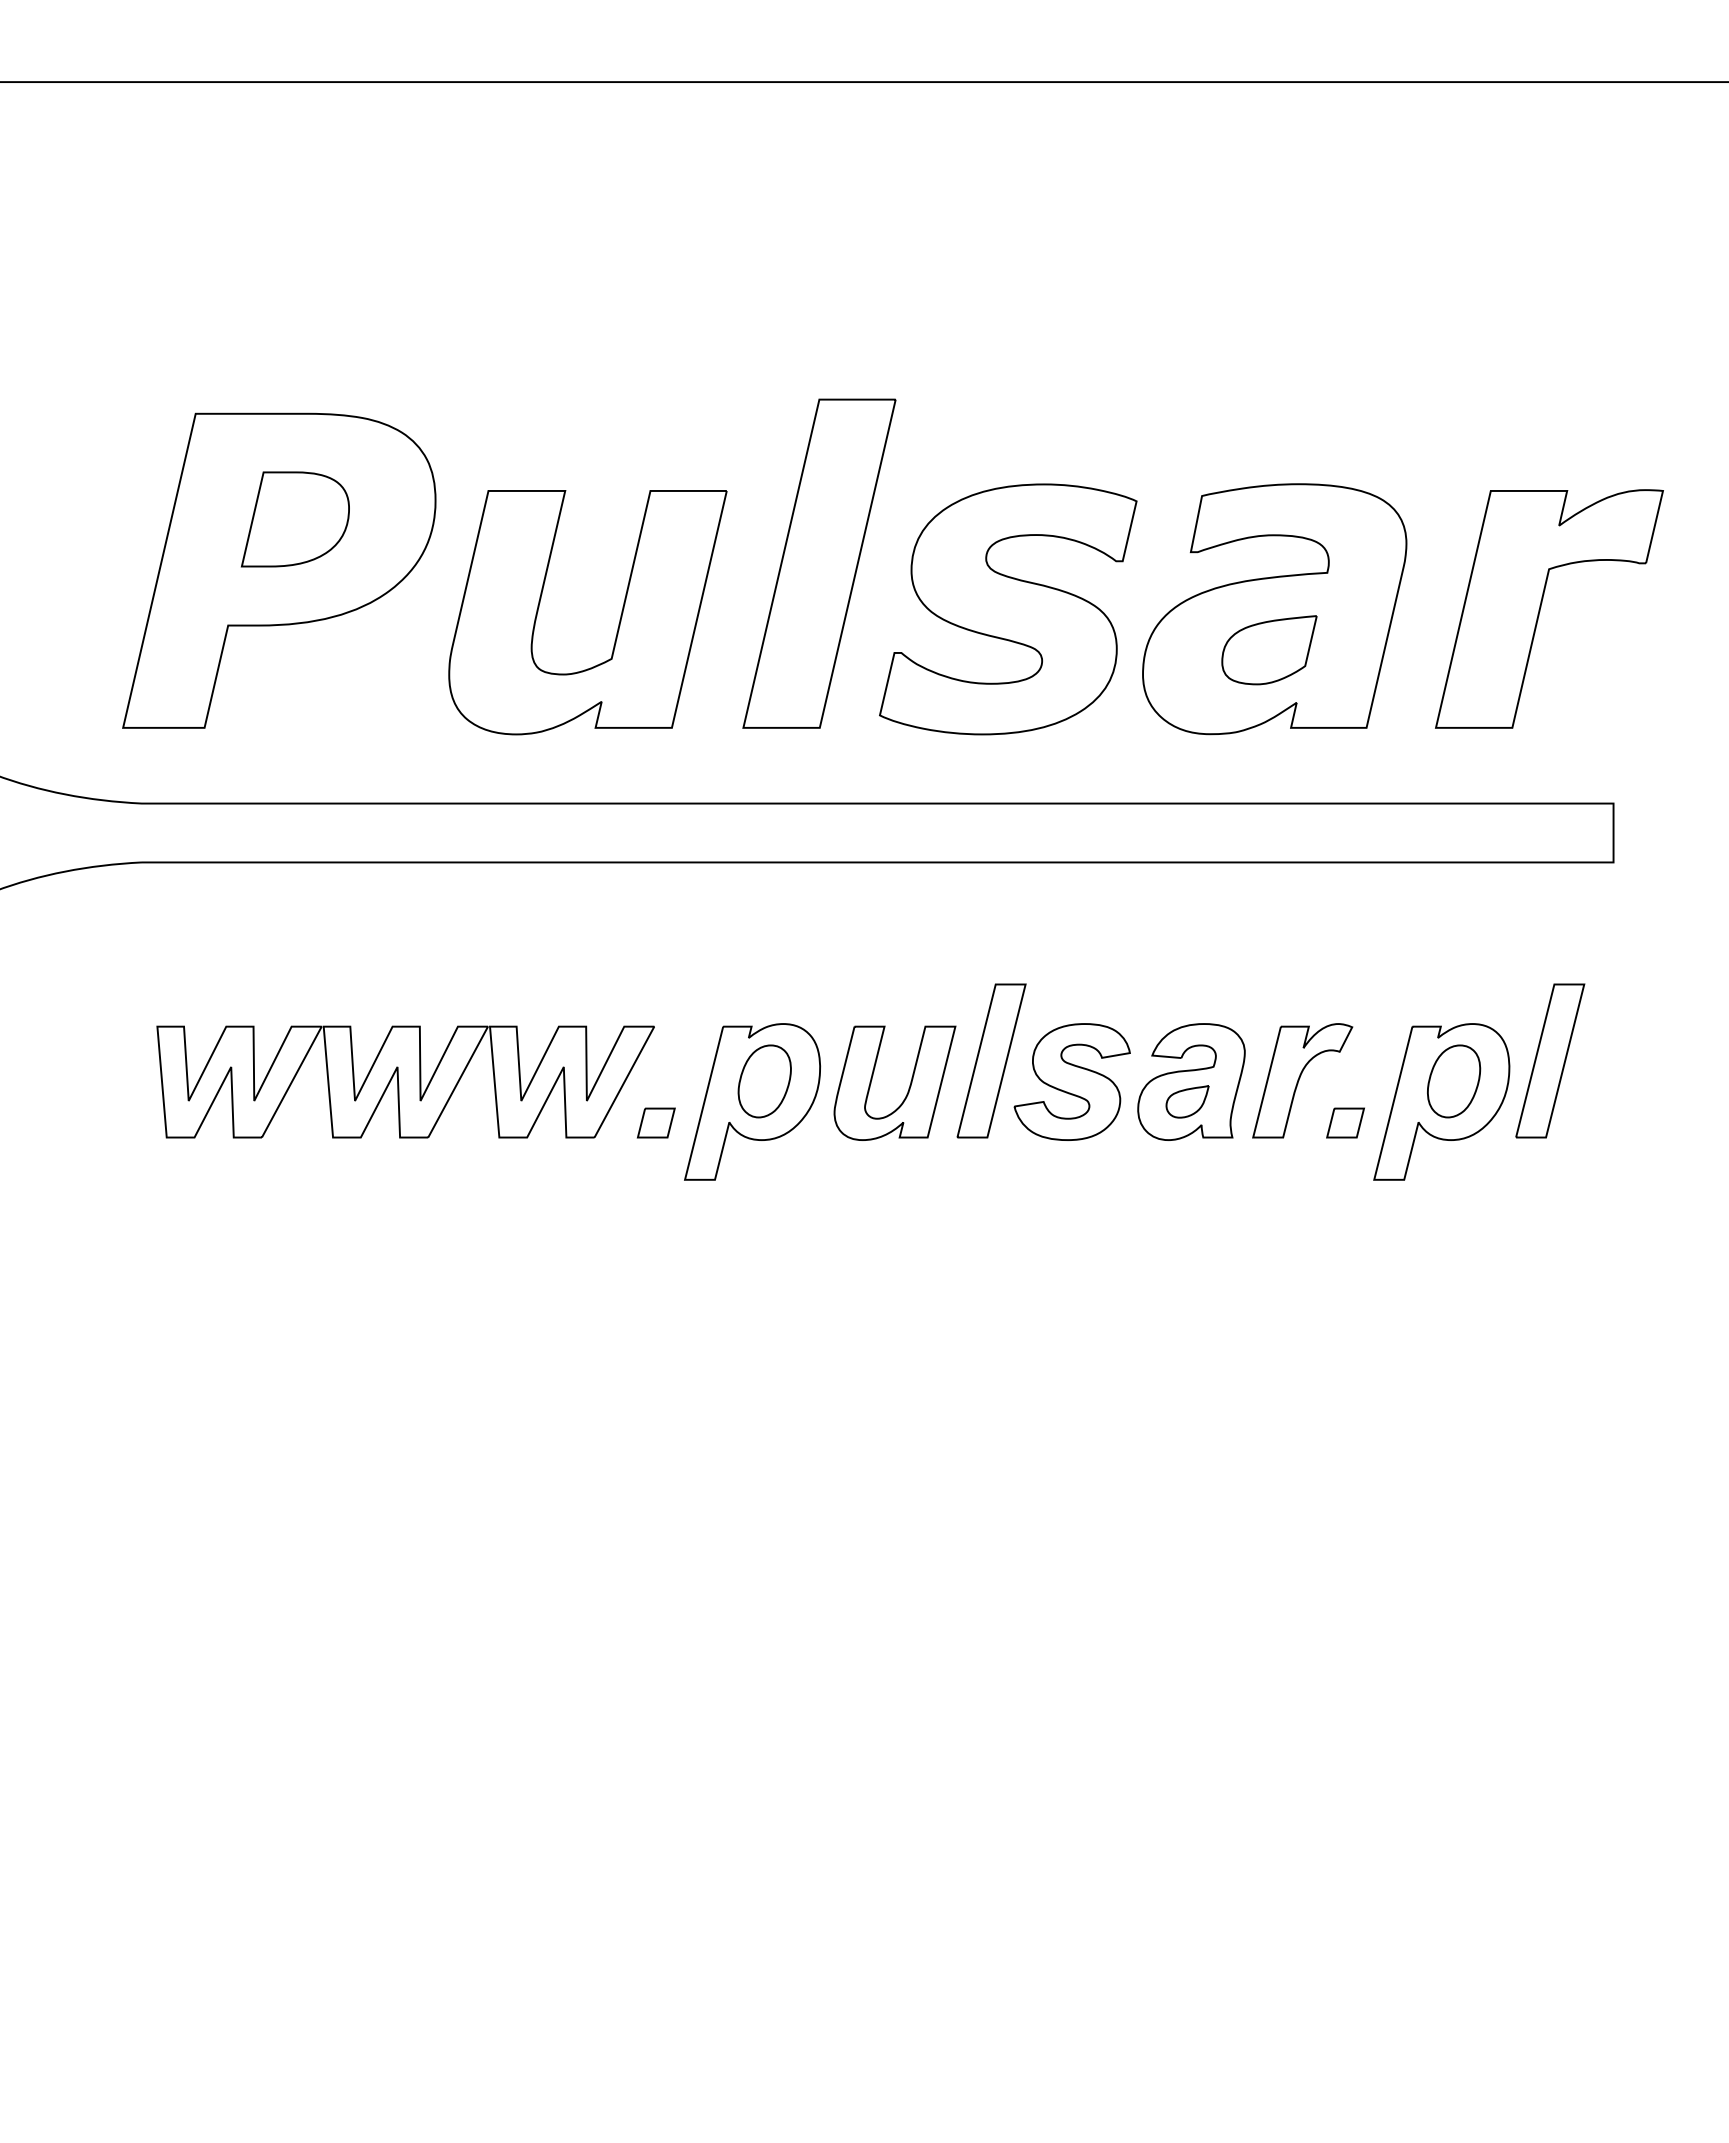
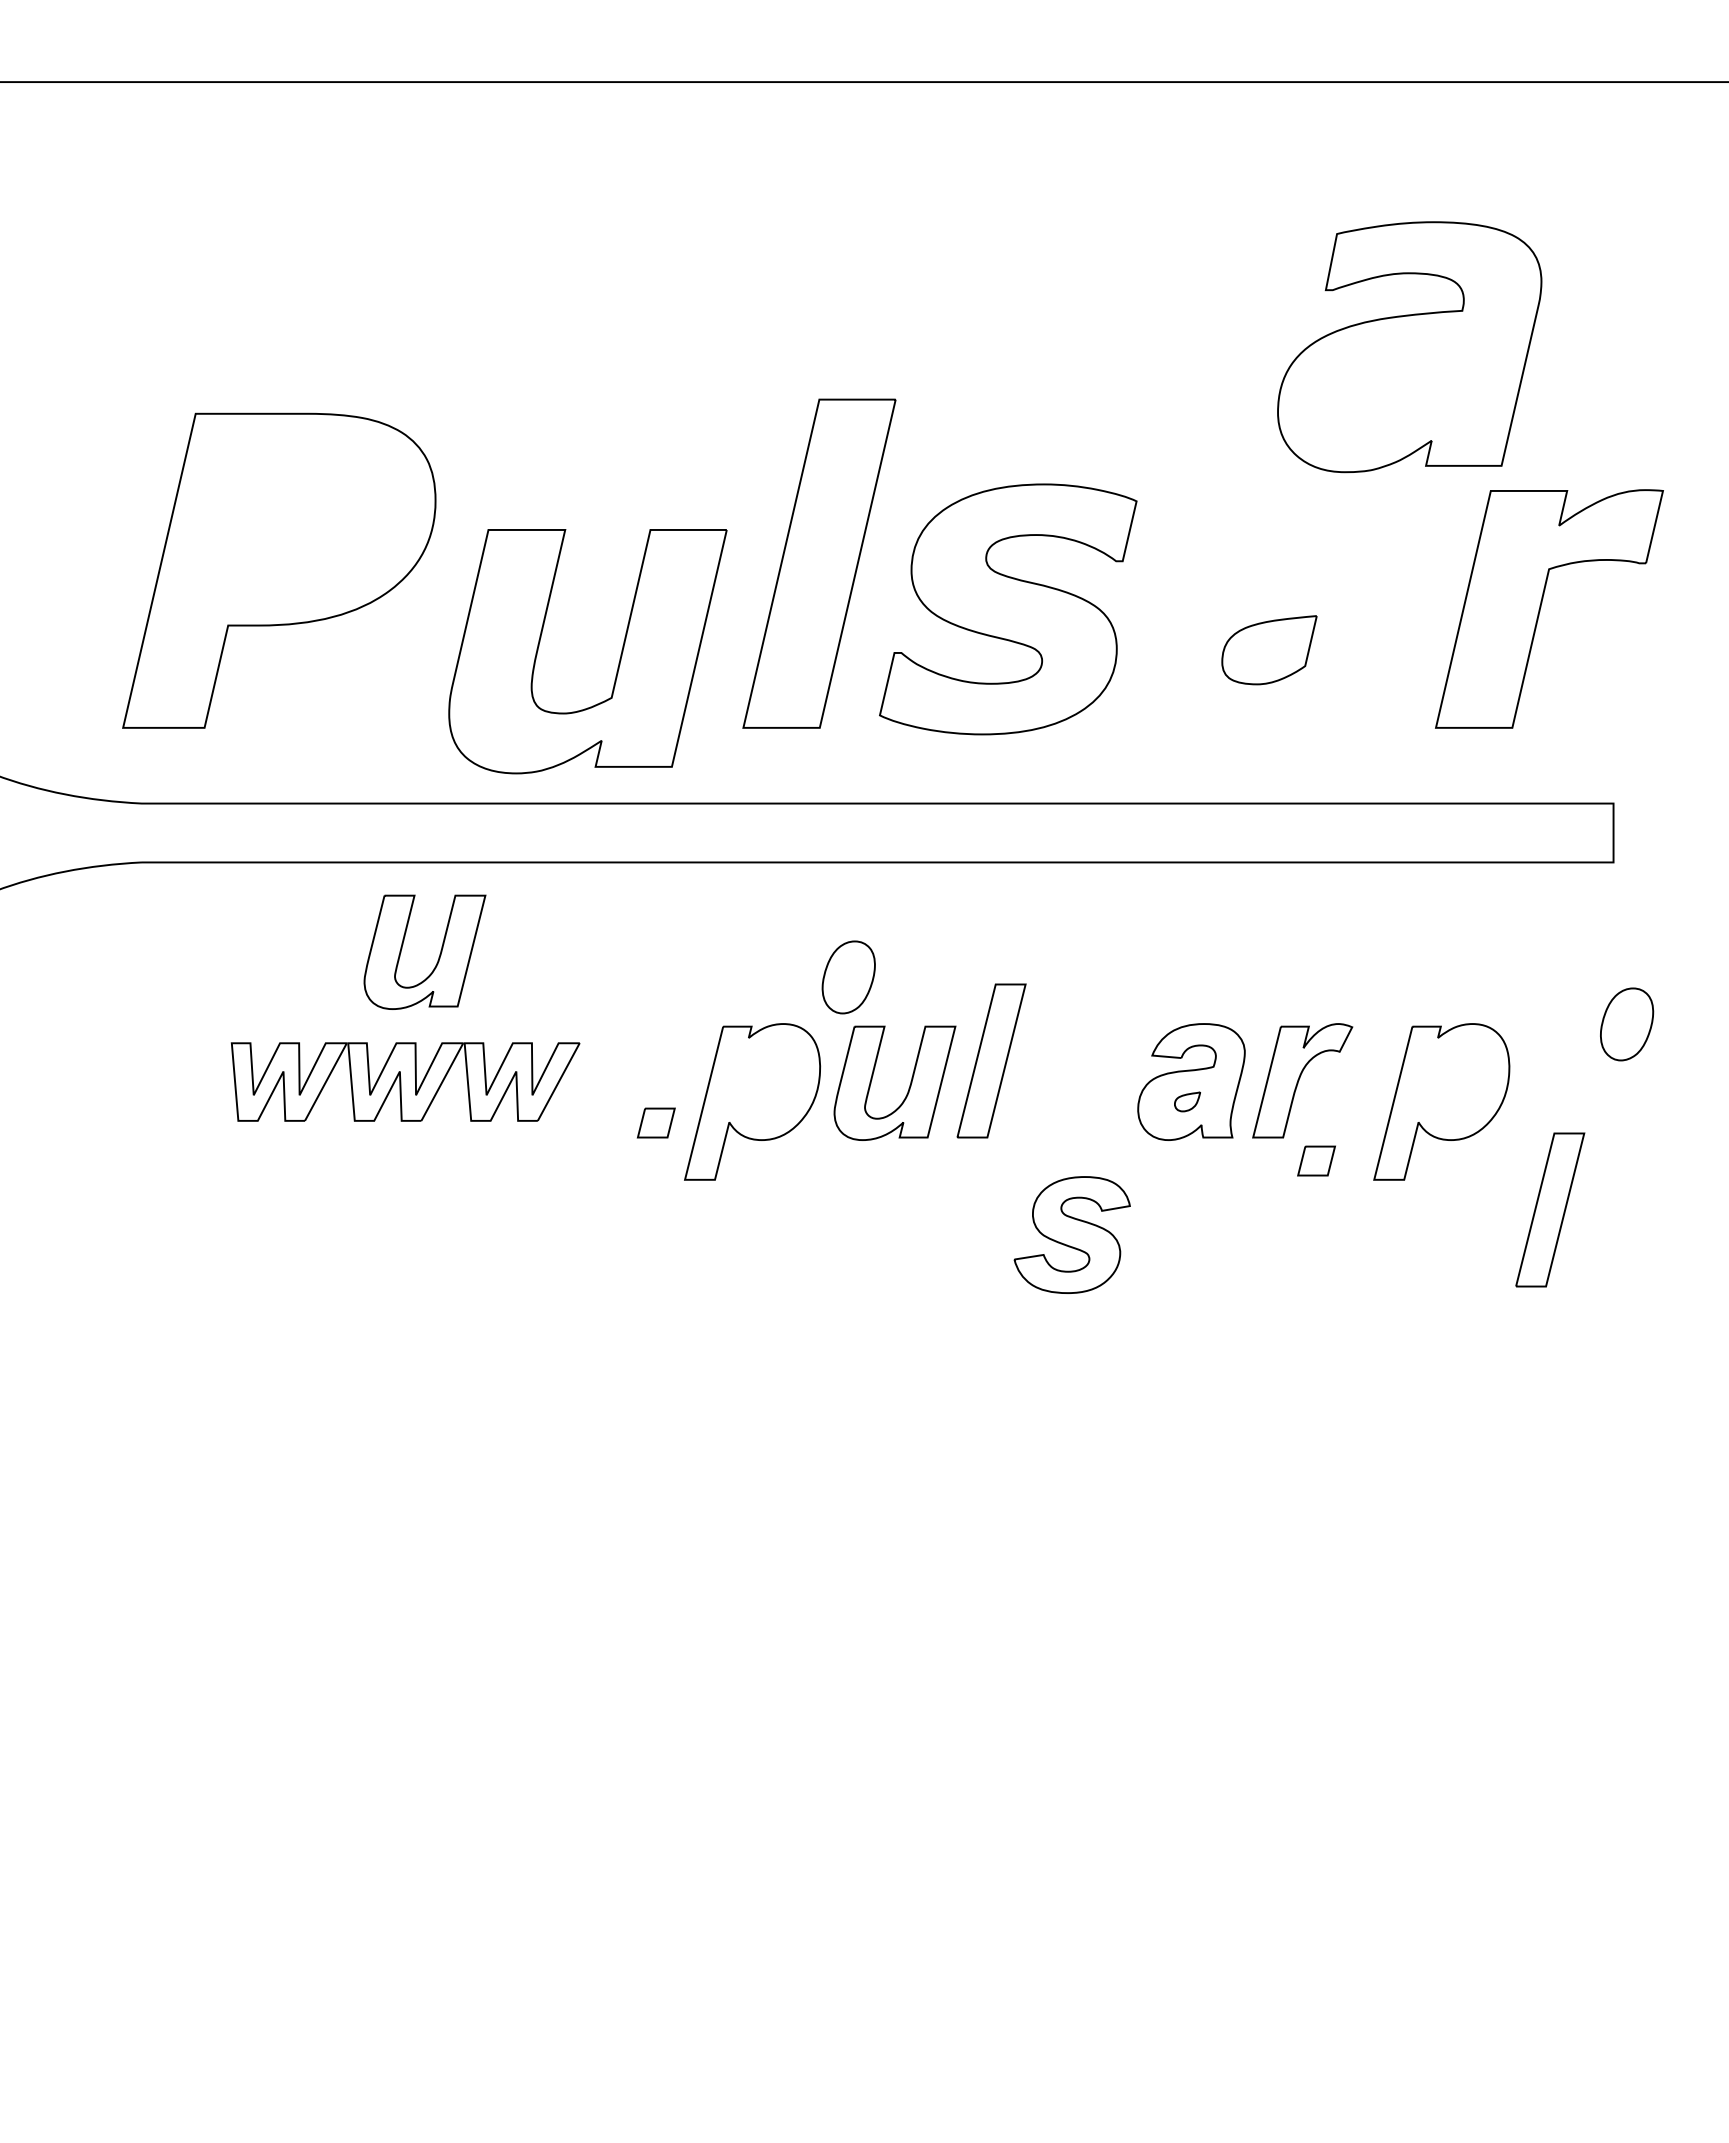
part at (294, 519): present -> none
part at (1274, 609) position: (1274, 609) -> (1409, 347)
part at (619, 619) position: (619, 619) -> (619, 658)
part at (438, 957): none -> present
part at (1550, 1060) position: (1550, 1060) -> (1550, 1209)
part at (405, 1081) size: 499x114 px -> 351x80 px
part at (764, 1081) position: (764, 1081) -> (848, 977)
part at (1071, 1081) position: (1071, 1081) -> (1071, 1234)
part at (1454, 1081) position: (1454, 1081) -> (1627, 1024)
part at (1187, 1101) size: 45x34 px -> 27x22 px
part at (1345, 1122) position: (1345, 1122) -> (1316, 1160)
